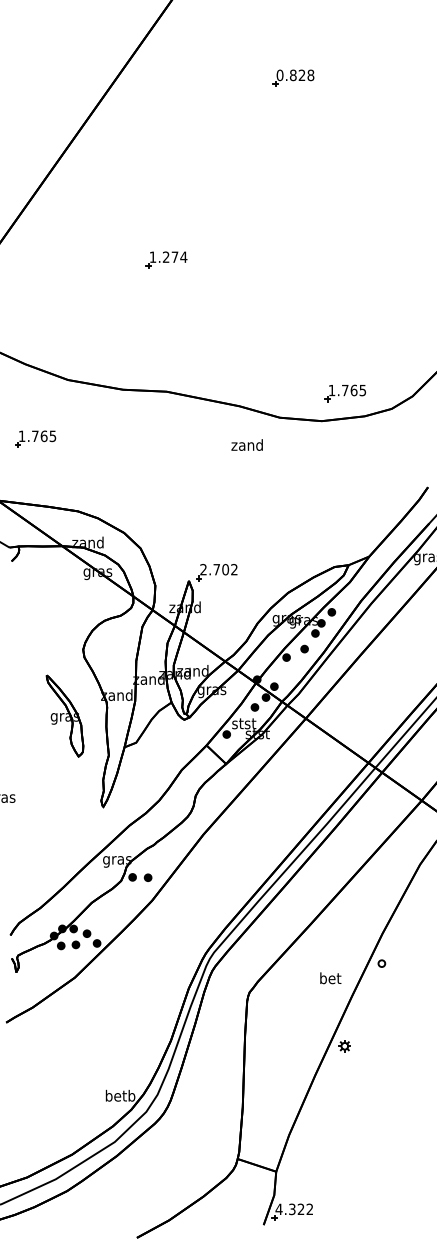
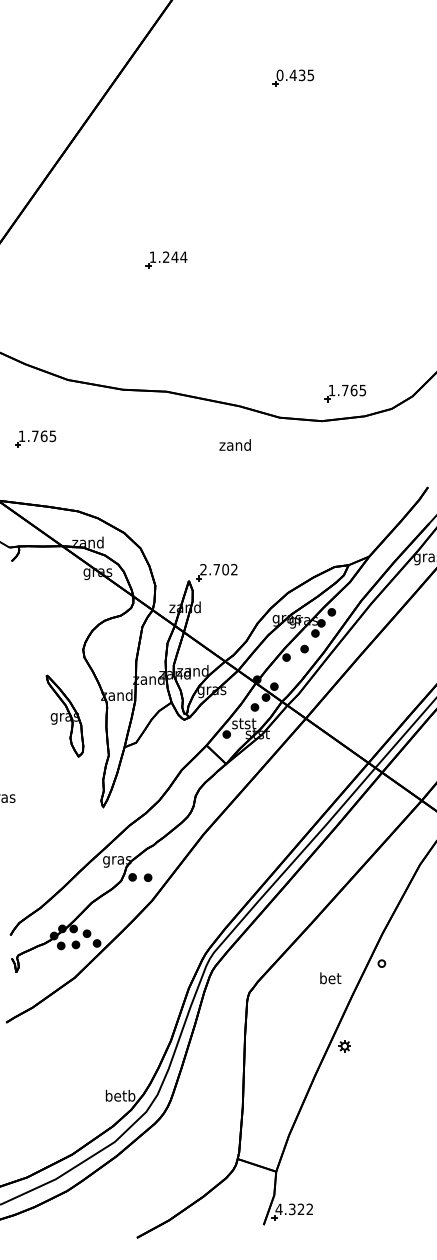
text at (301, 75): 0.828 -> 0.435
text at (174, 256): 1.274 -> 1.244
text at (246, 444) position: (246, 444) -> (234, 444)
